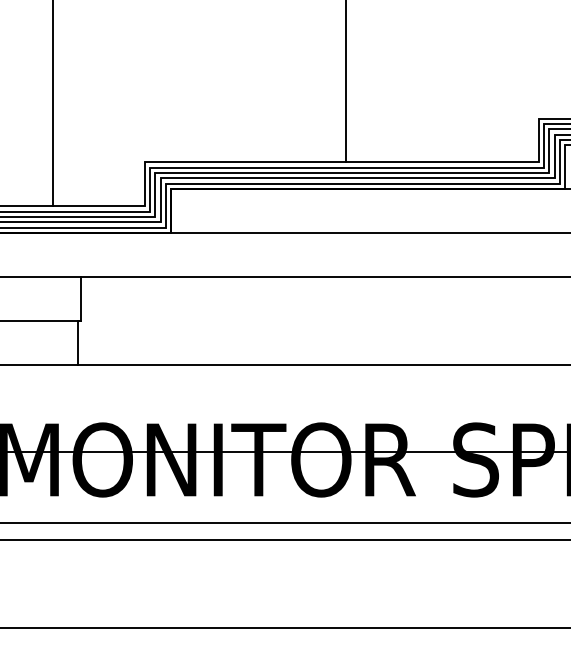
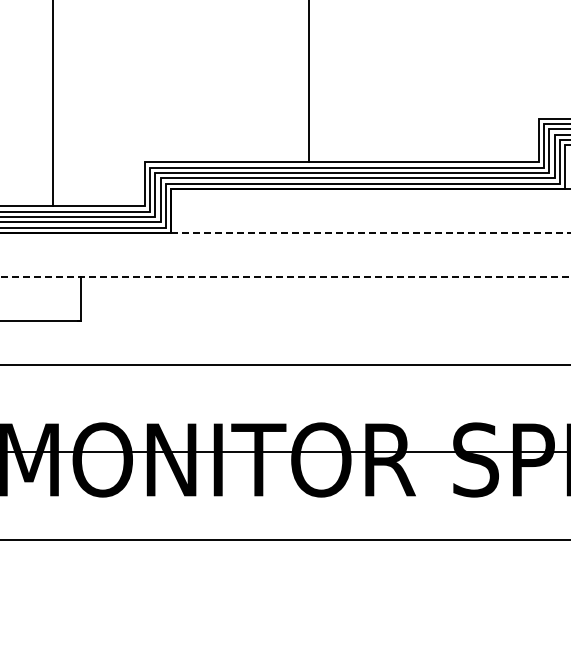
line at (346, 82) position: (346, 82) -> (309, 82)
line at (371, 233): solid -> dashed
line at (285, 276): solid -> dashed
line at (77, 342): present -> none
line at (284, 522): present -> none
line at (284, 627): present -> none
